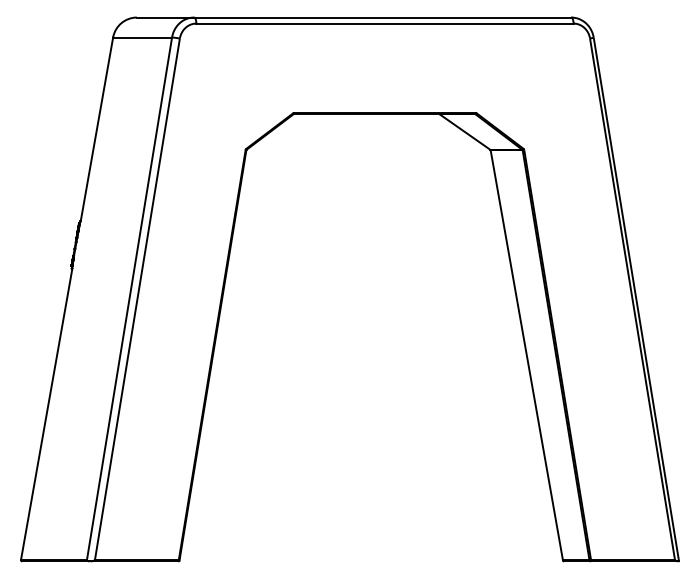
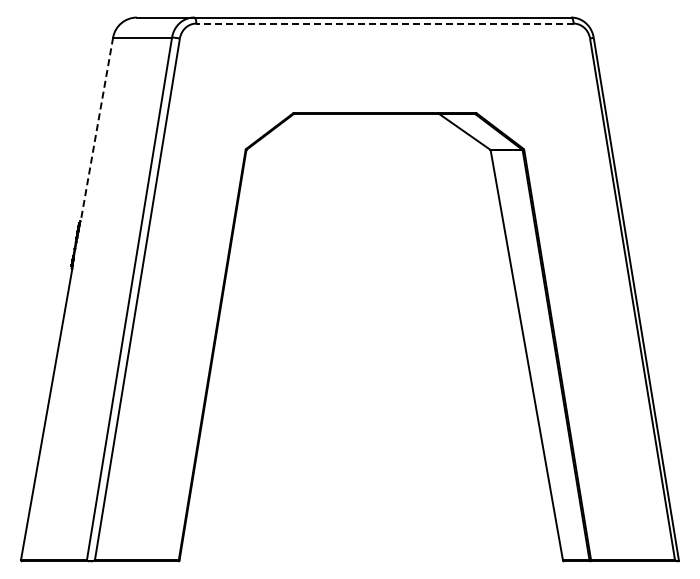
line at (384, 23): solid -> dashed
line at (96, 130): solid -> dashed
